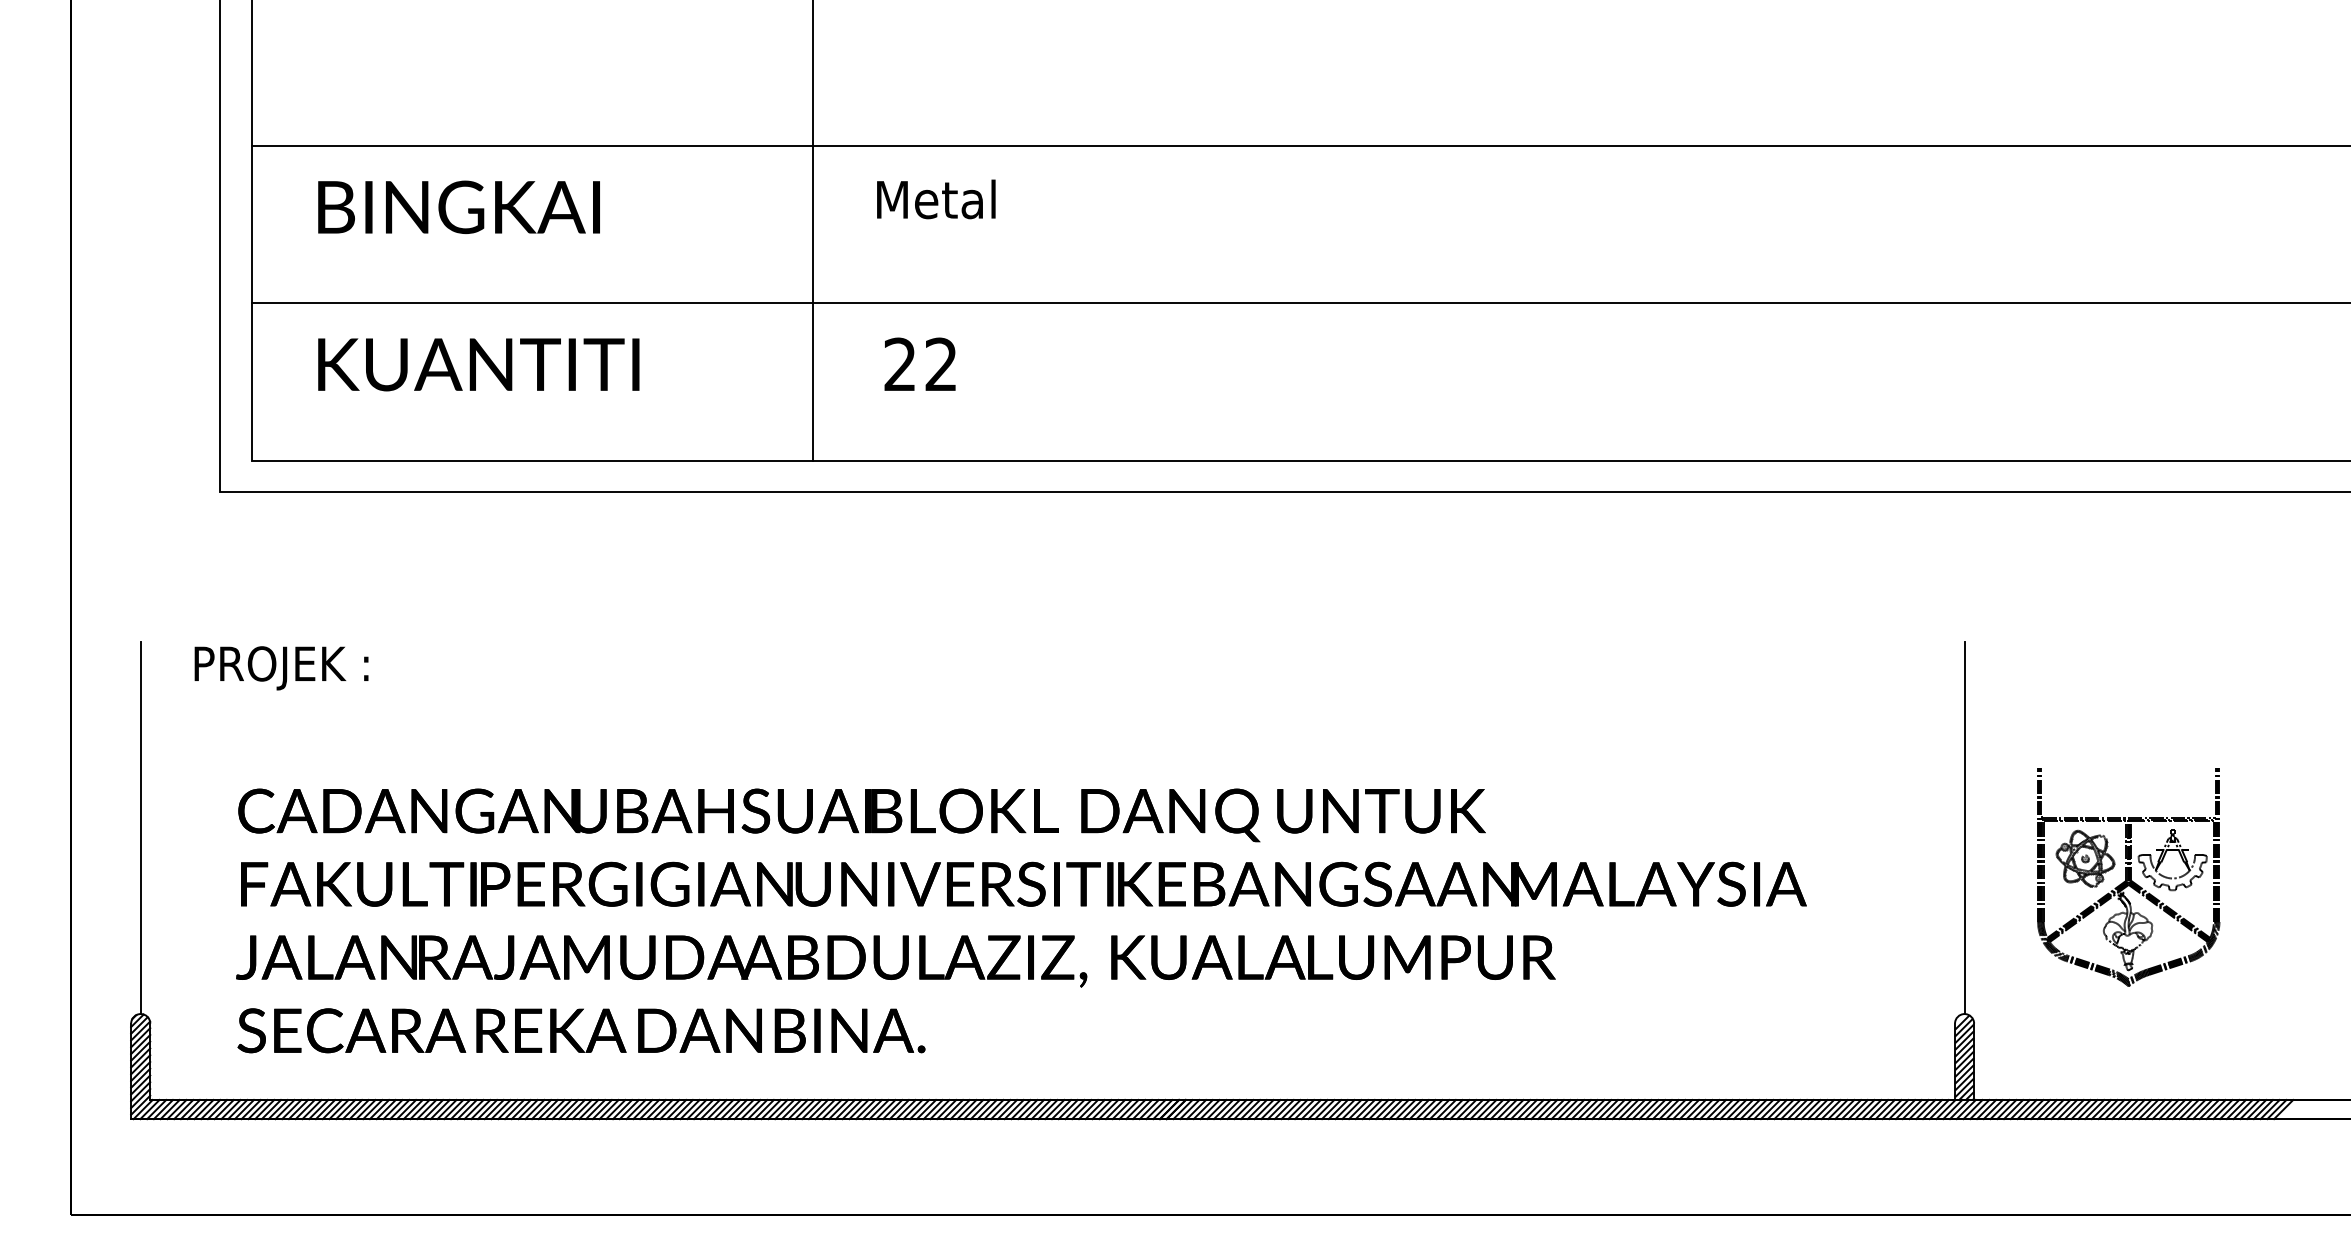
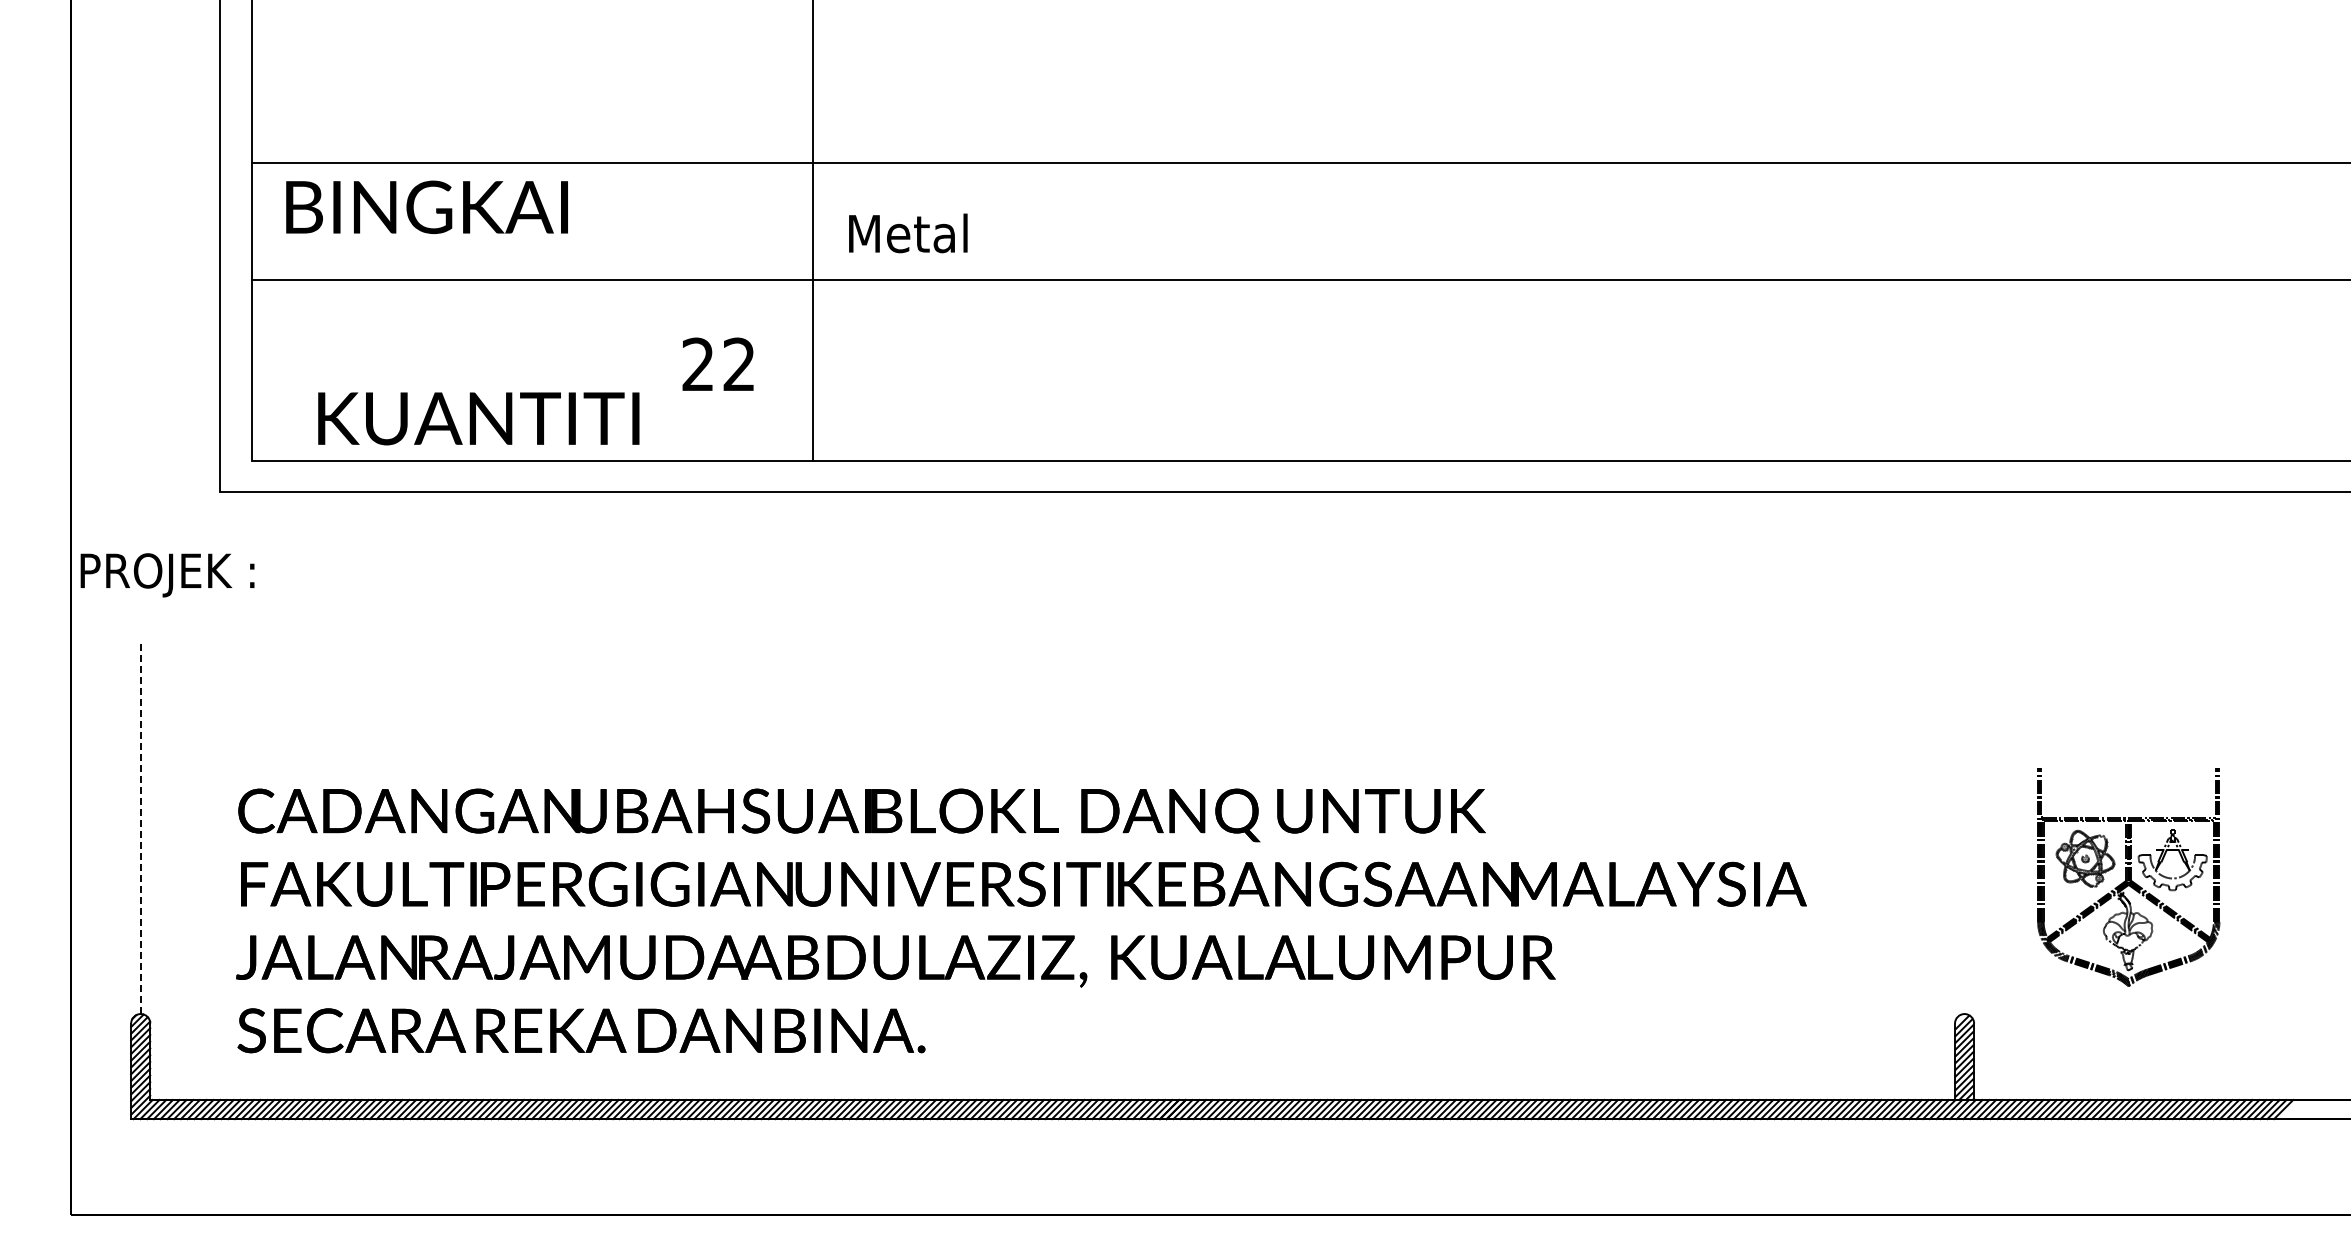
line at (1299, 146) position: (1299, 146) -> (1299, 163)
text at (936, 199) position: (936, 199) -> (908, 233)
text at (458, 206) position: (458, 206) -> (426, 206)
line at (1299, 303) position: (1299, 303) -> (1299, 280)
text at (919, 363) position: (919, 363) -> (717, 363)
text at (478, 364) position: (478, 364) -> (478, 418)
text at (281, 668) position: (281, 668) -> (167, 575)
line at (140, 827): solid -> dashed
line at (1964, 827): present -> none
